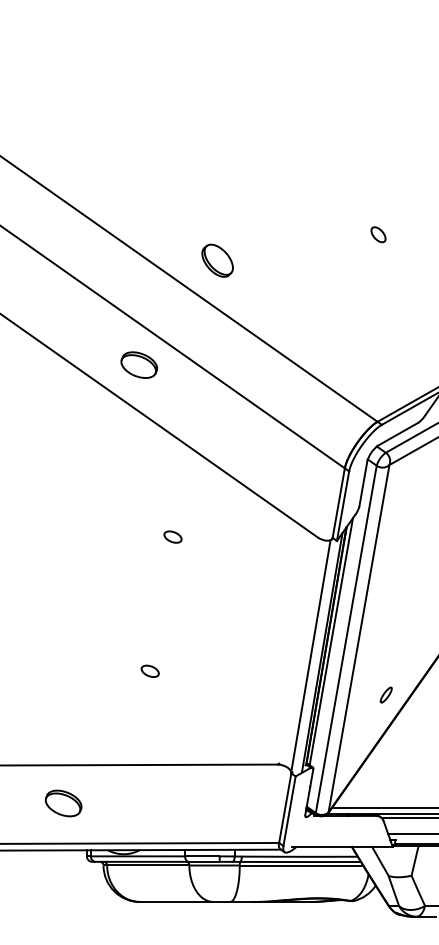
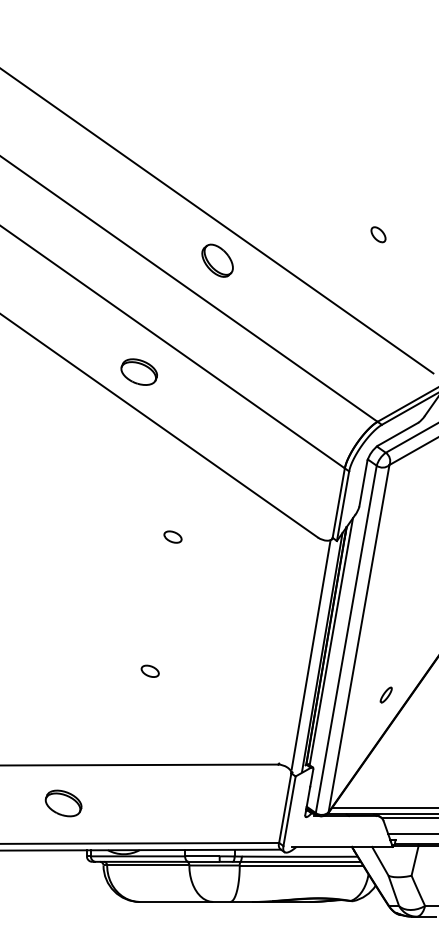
line at (217, 221): none -> present
part at (138, 364) position: (138, 364) -> (138, 371)
